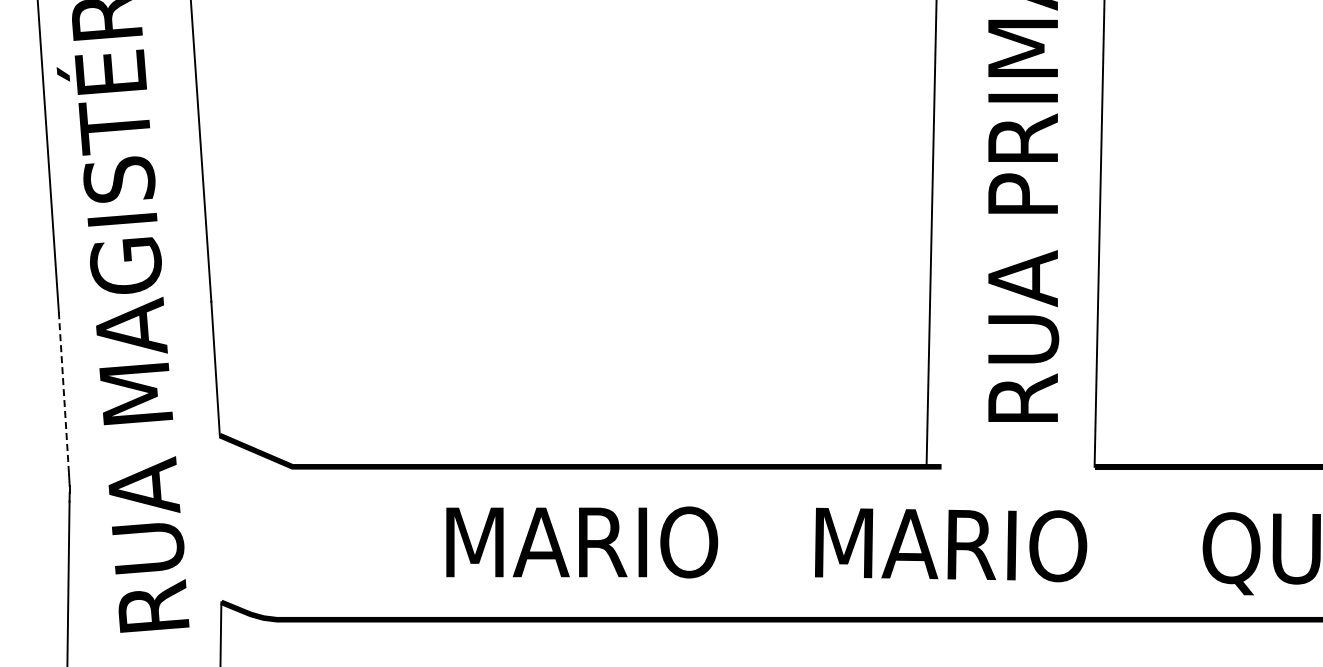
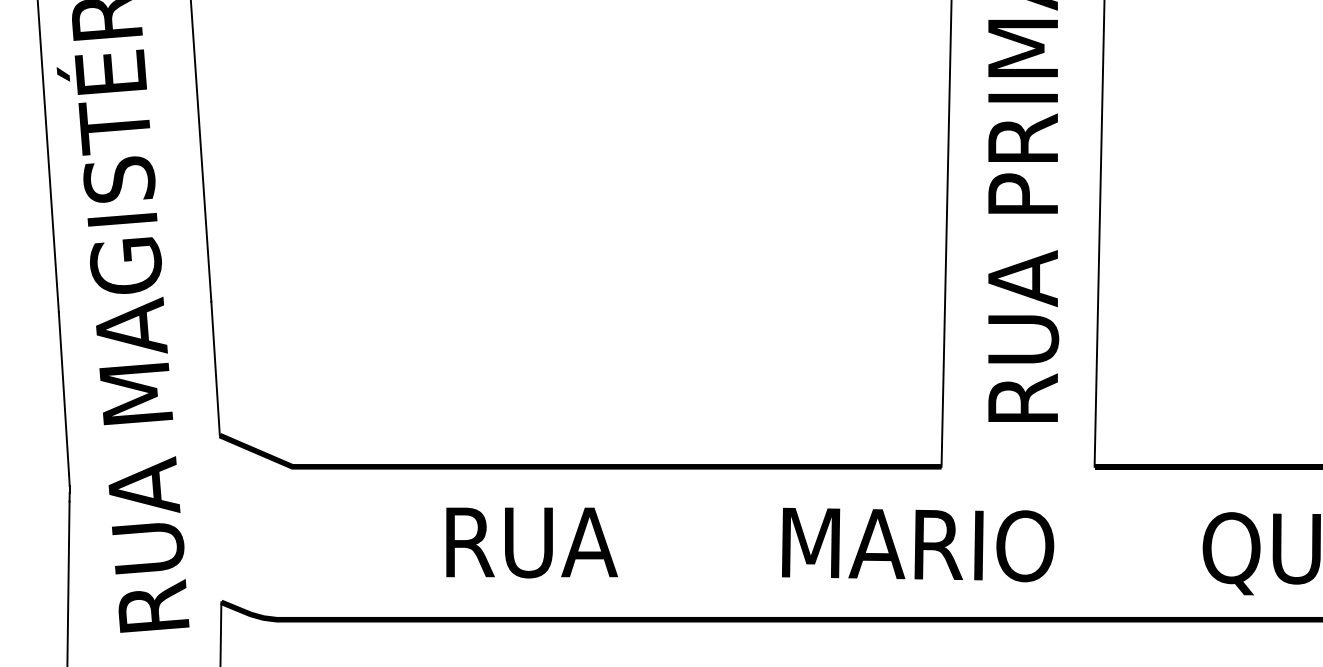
line at (931, 234) position: (931, 234) -> (946, 234)
line at (63, 393): dashed -> solid
text at (586, 542): MARIO -> RUA
text at (951, 544) position: (951, 544) -> (918, 544)
